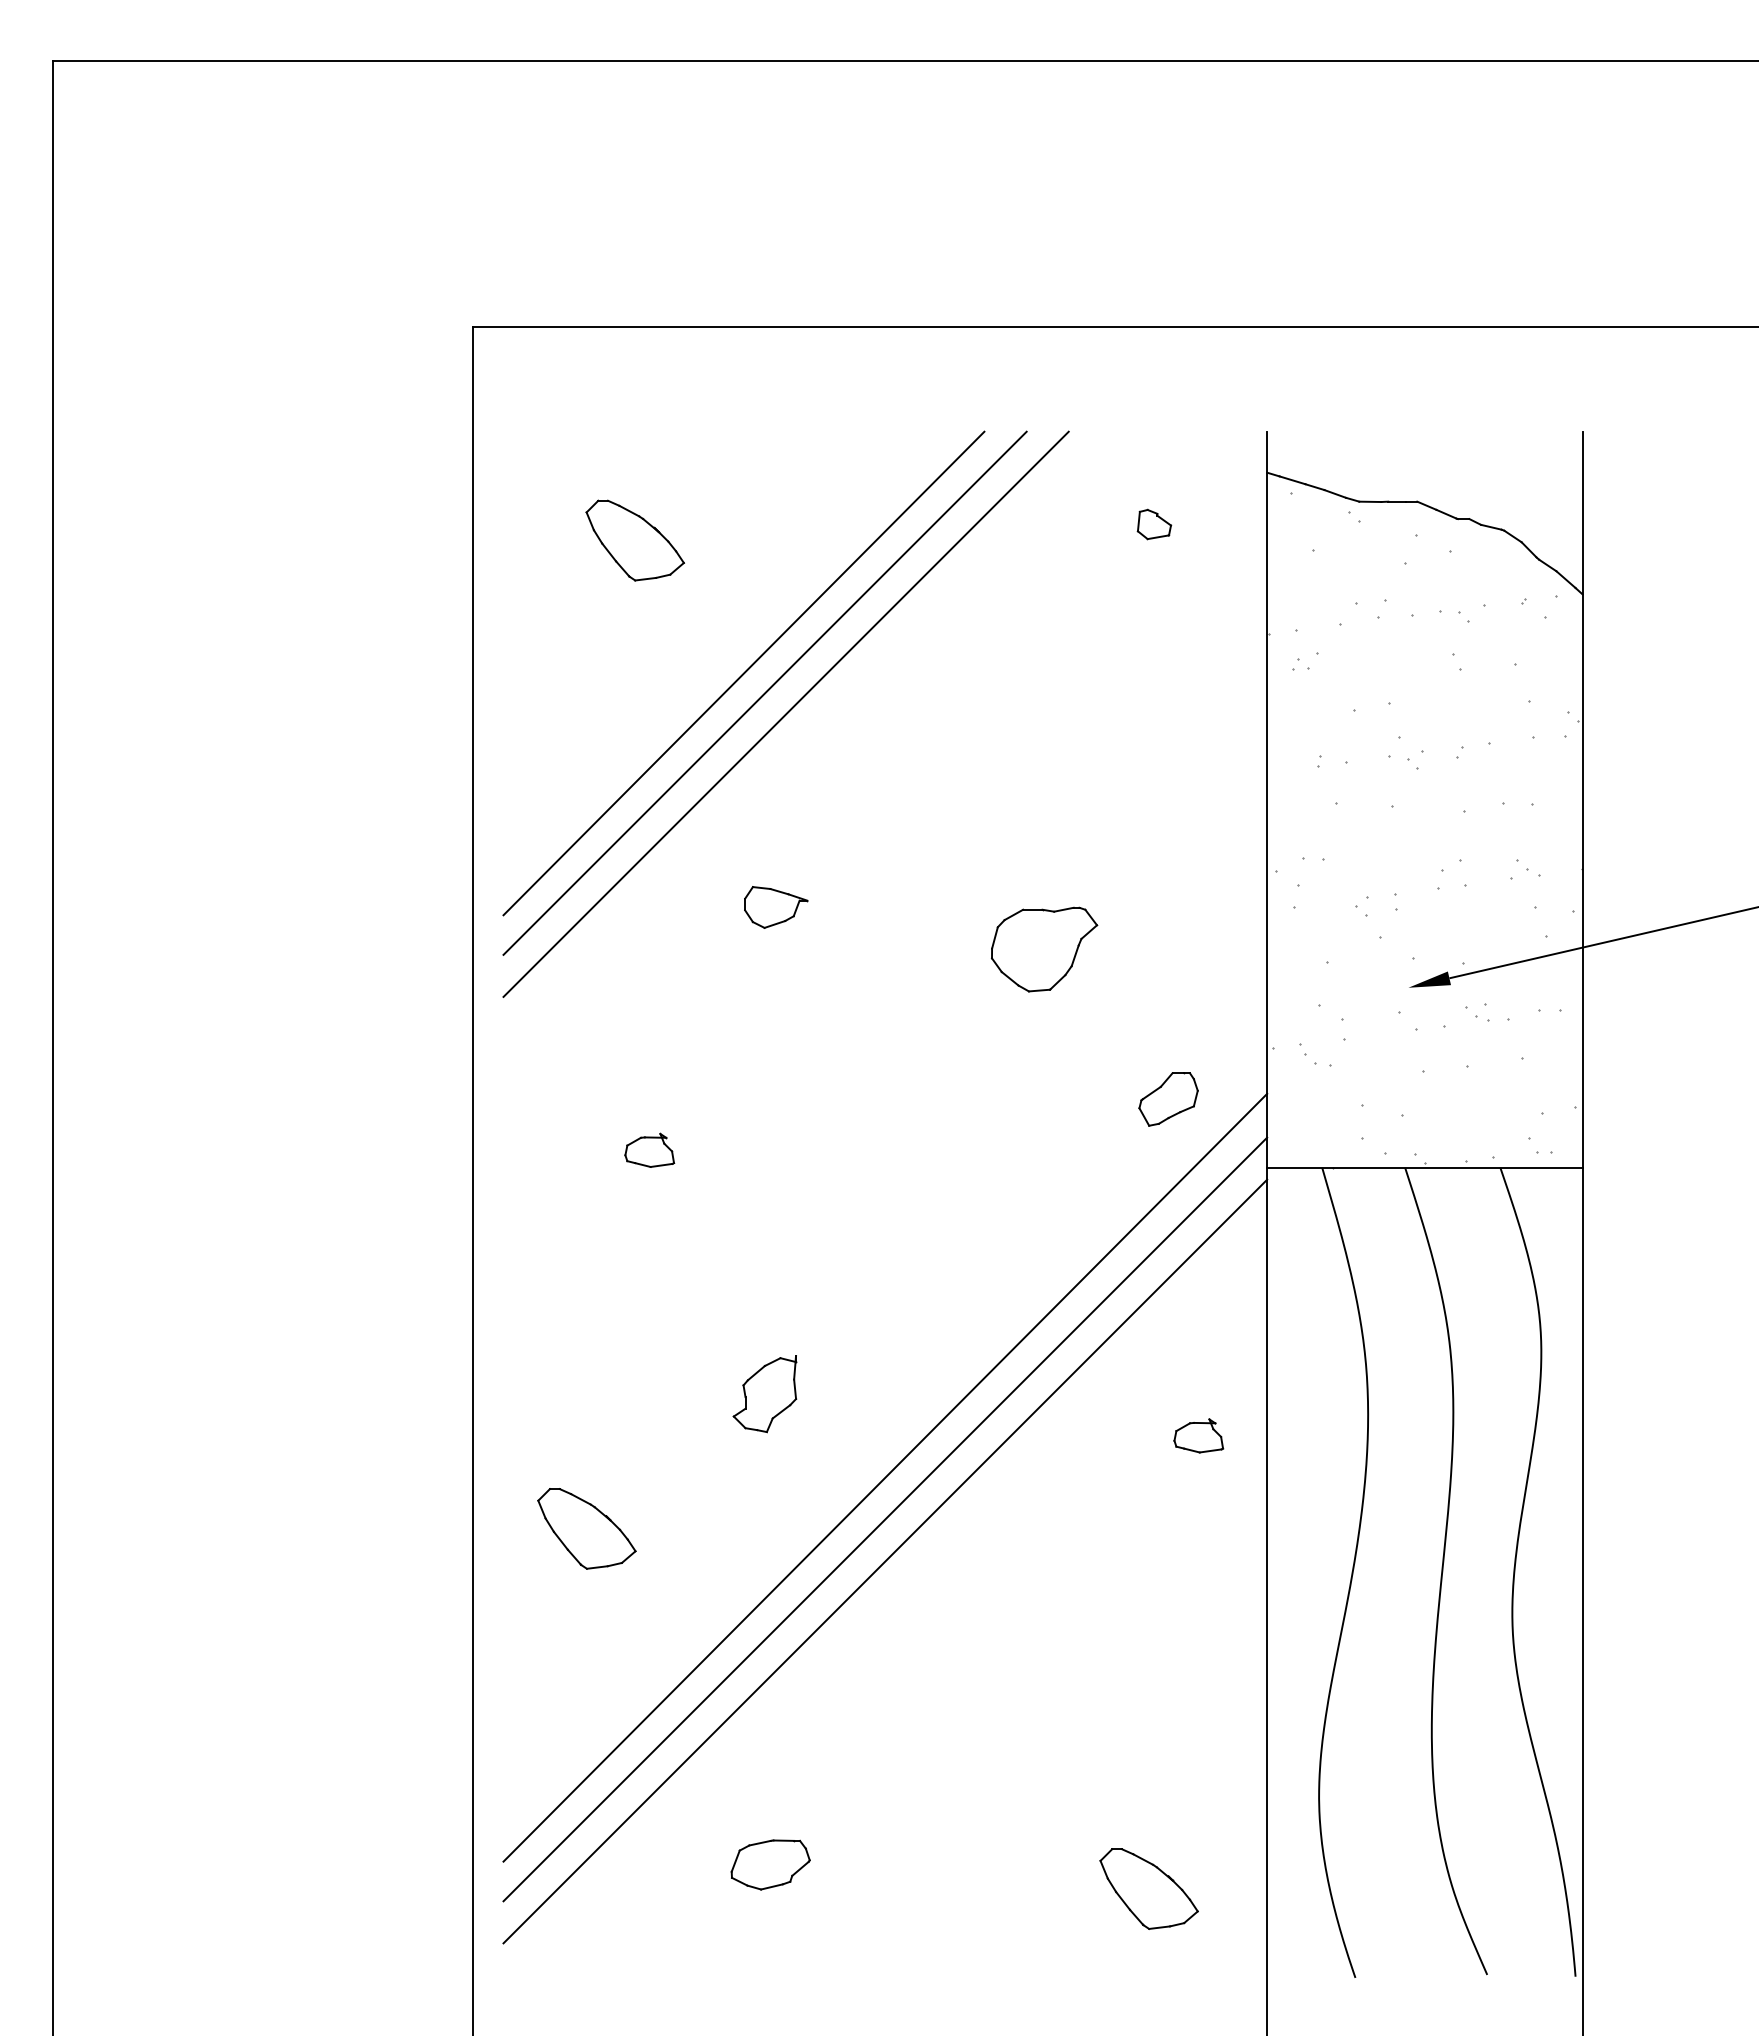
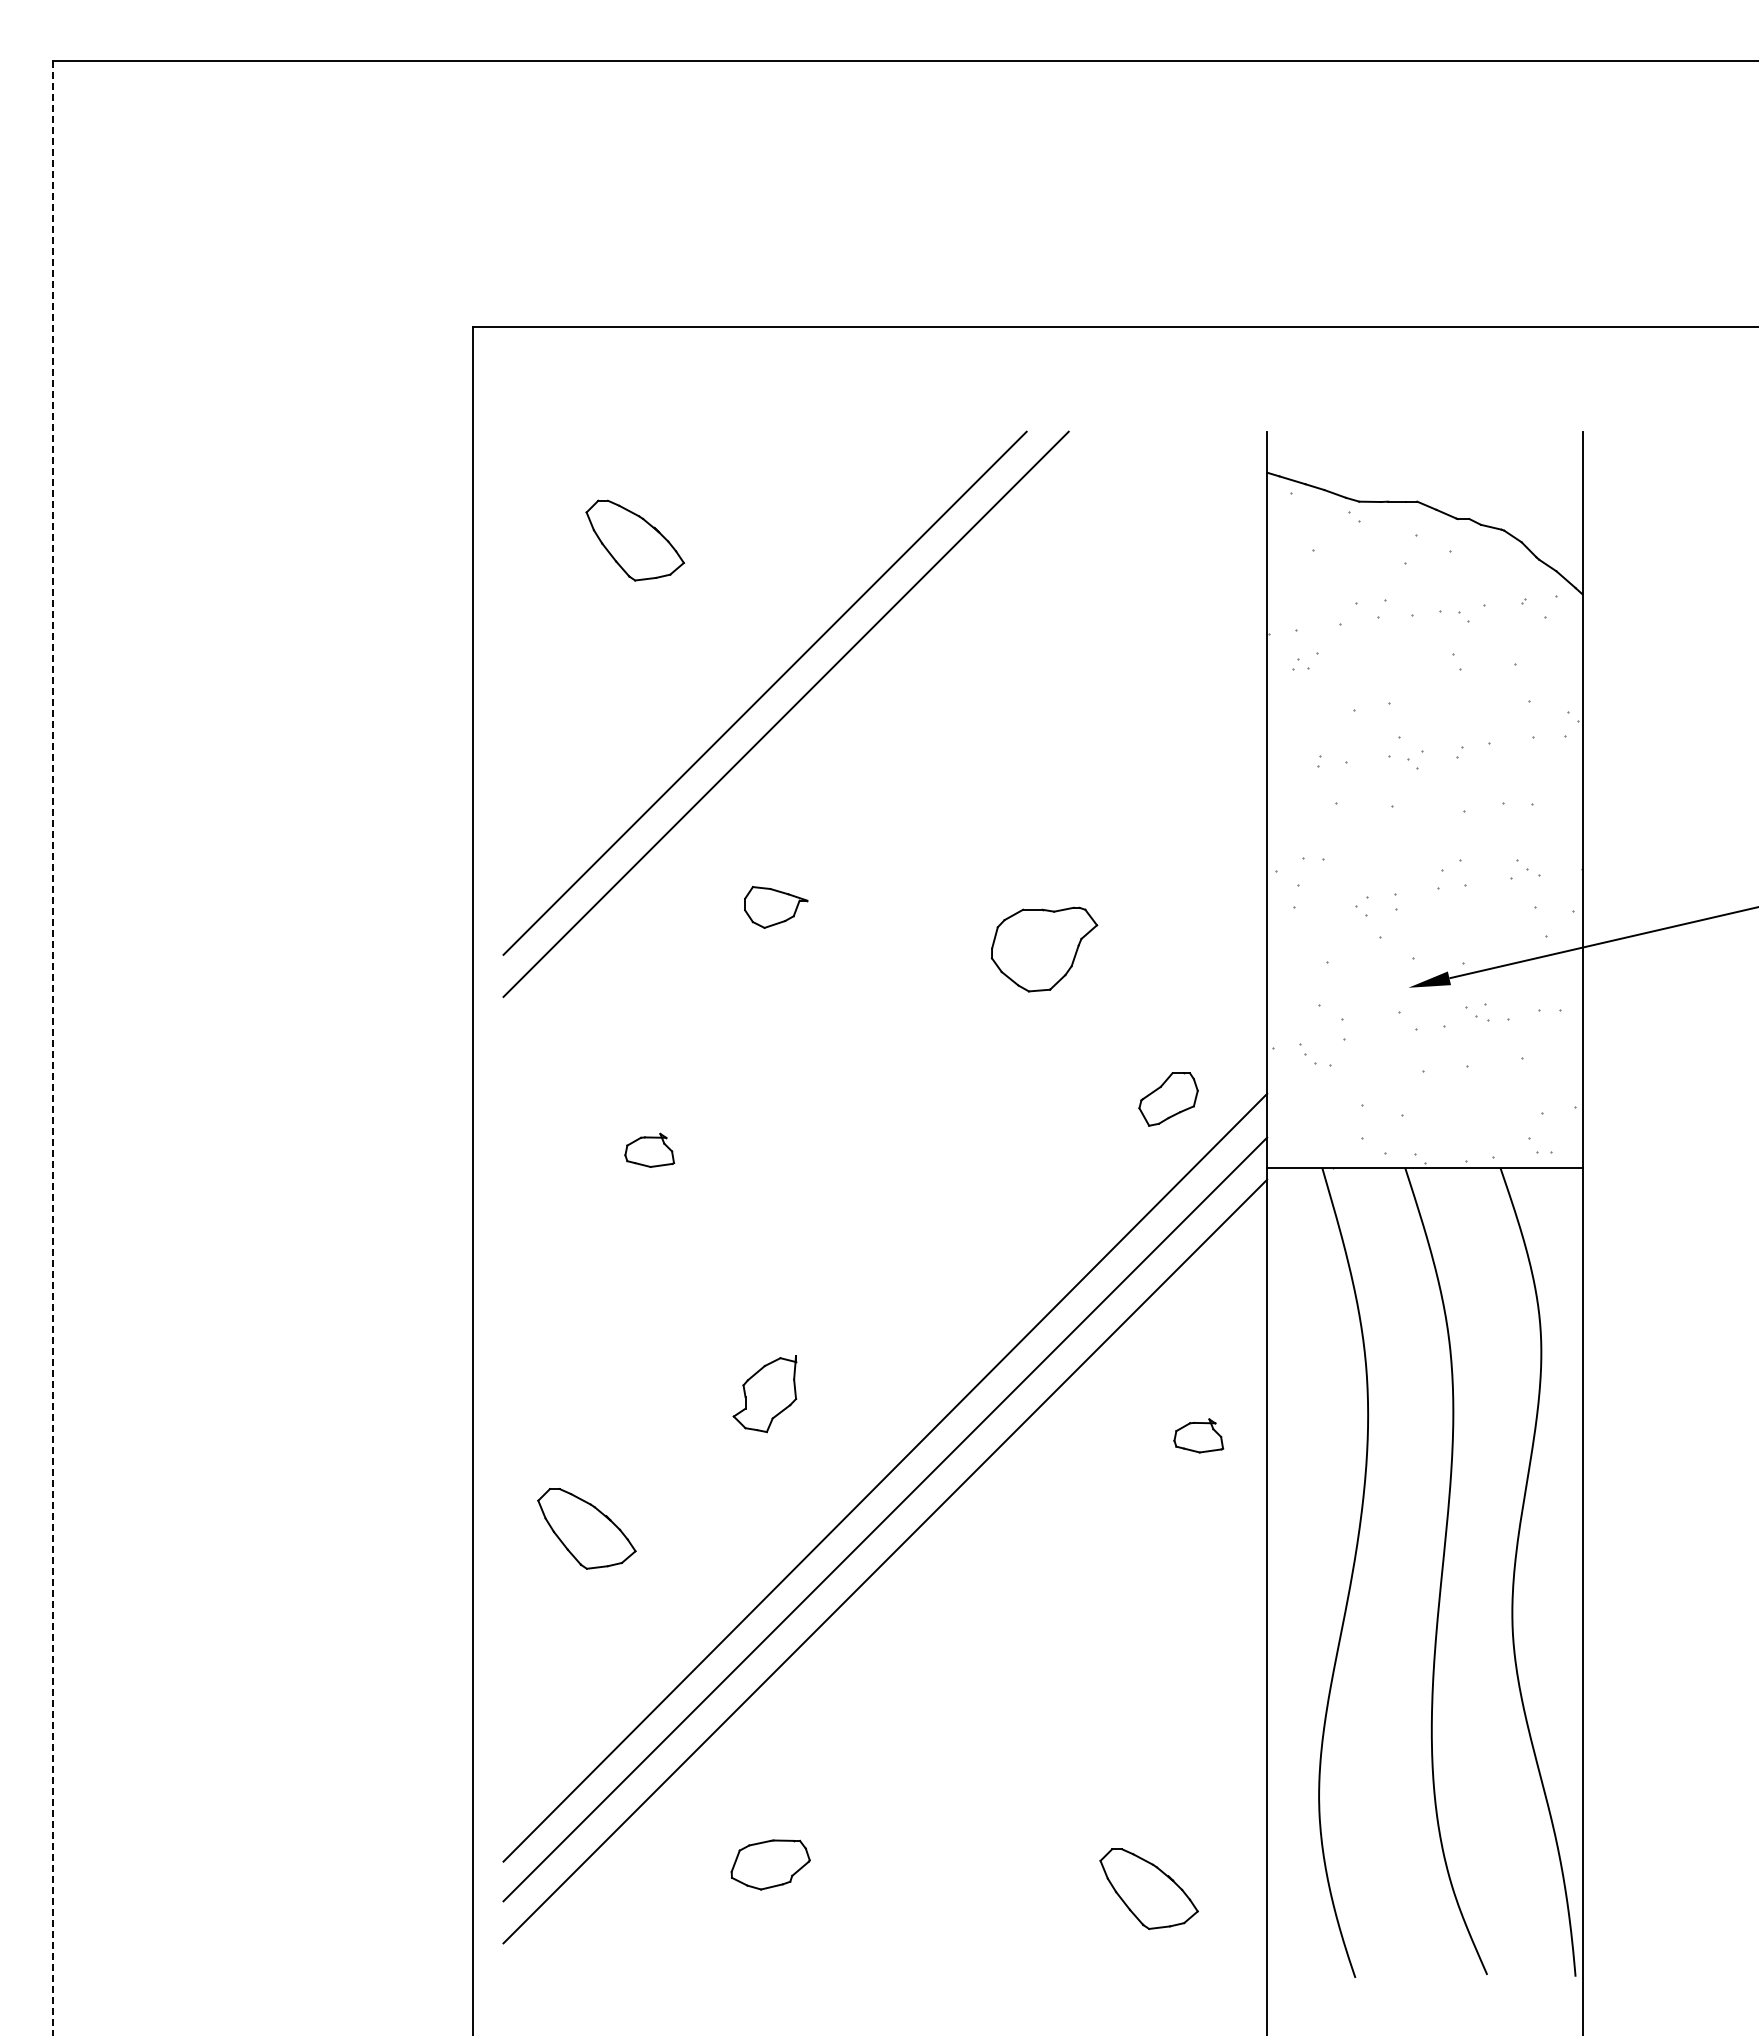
part at (1154, 524): present -> none
line at (743, 673): present -> none
line at (52, 1048): solid -> dashed
